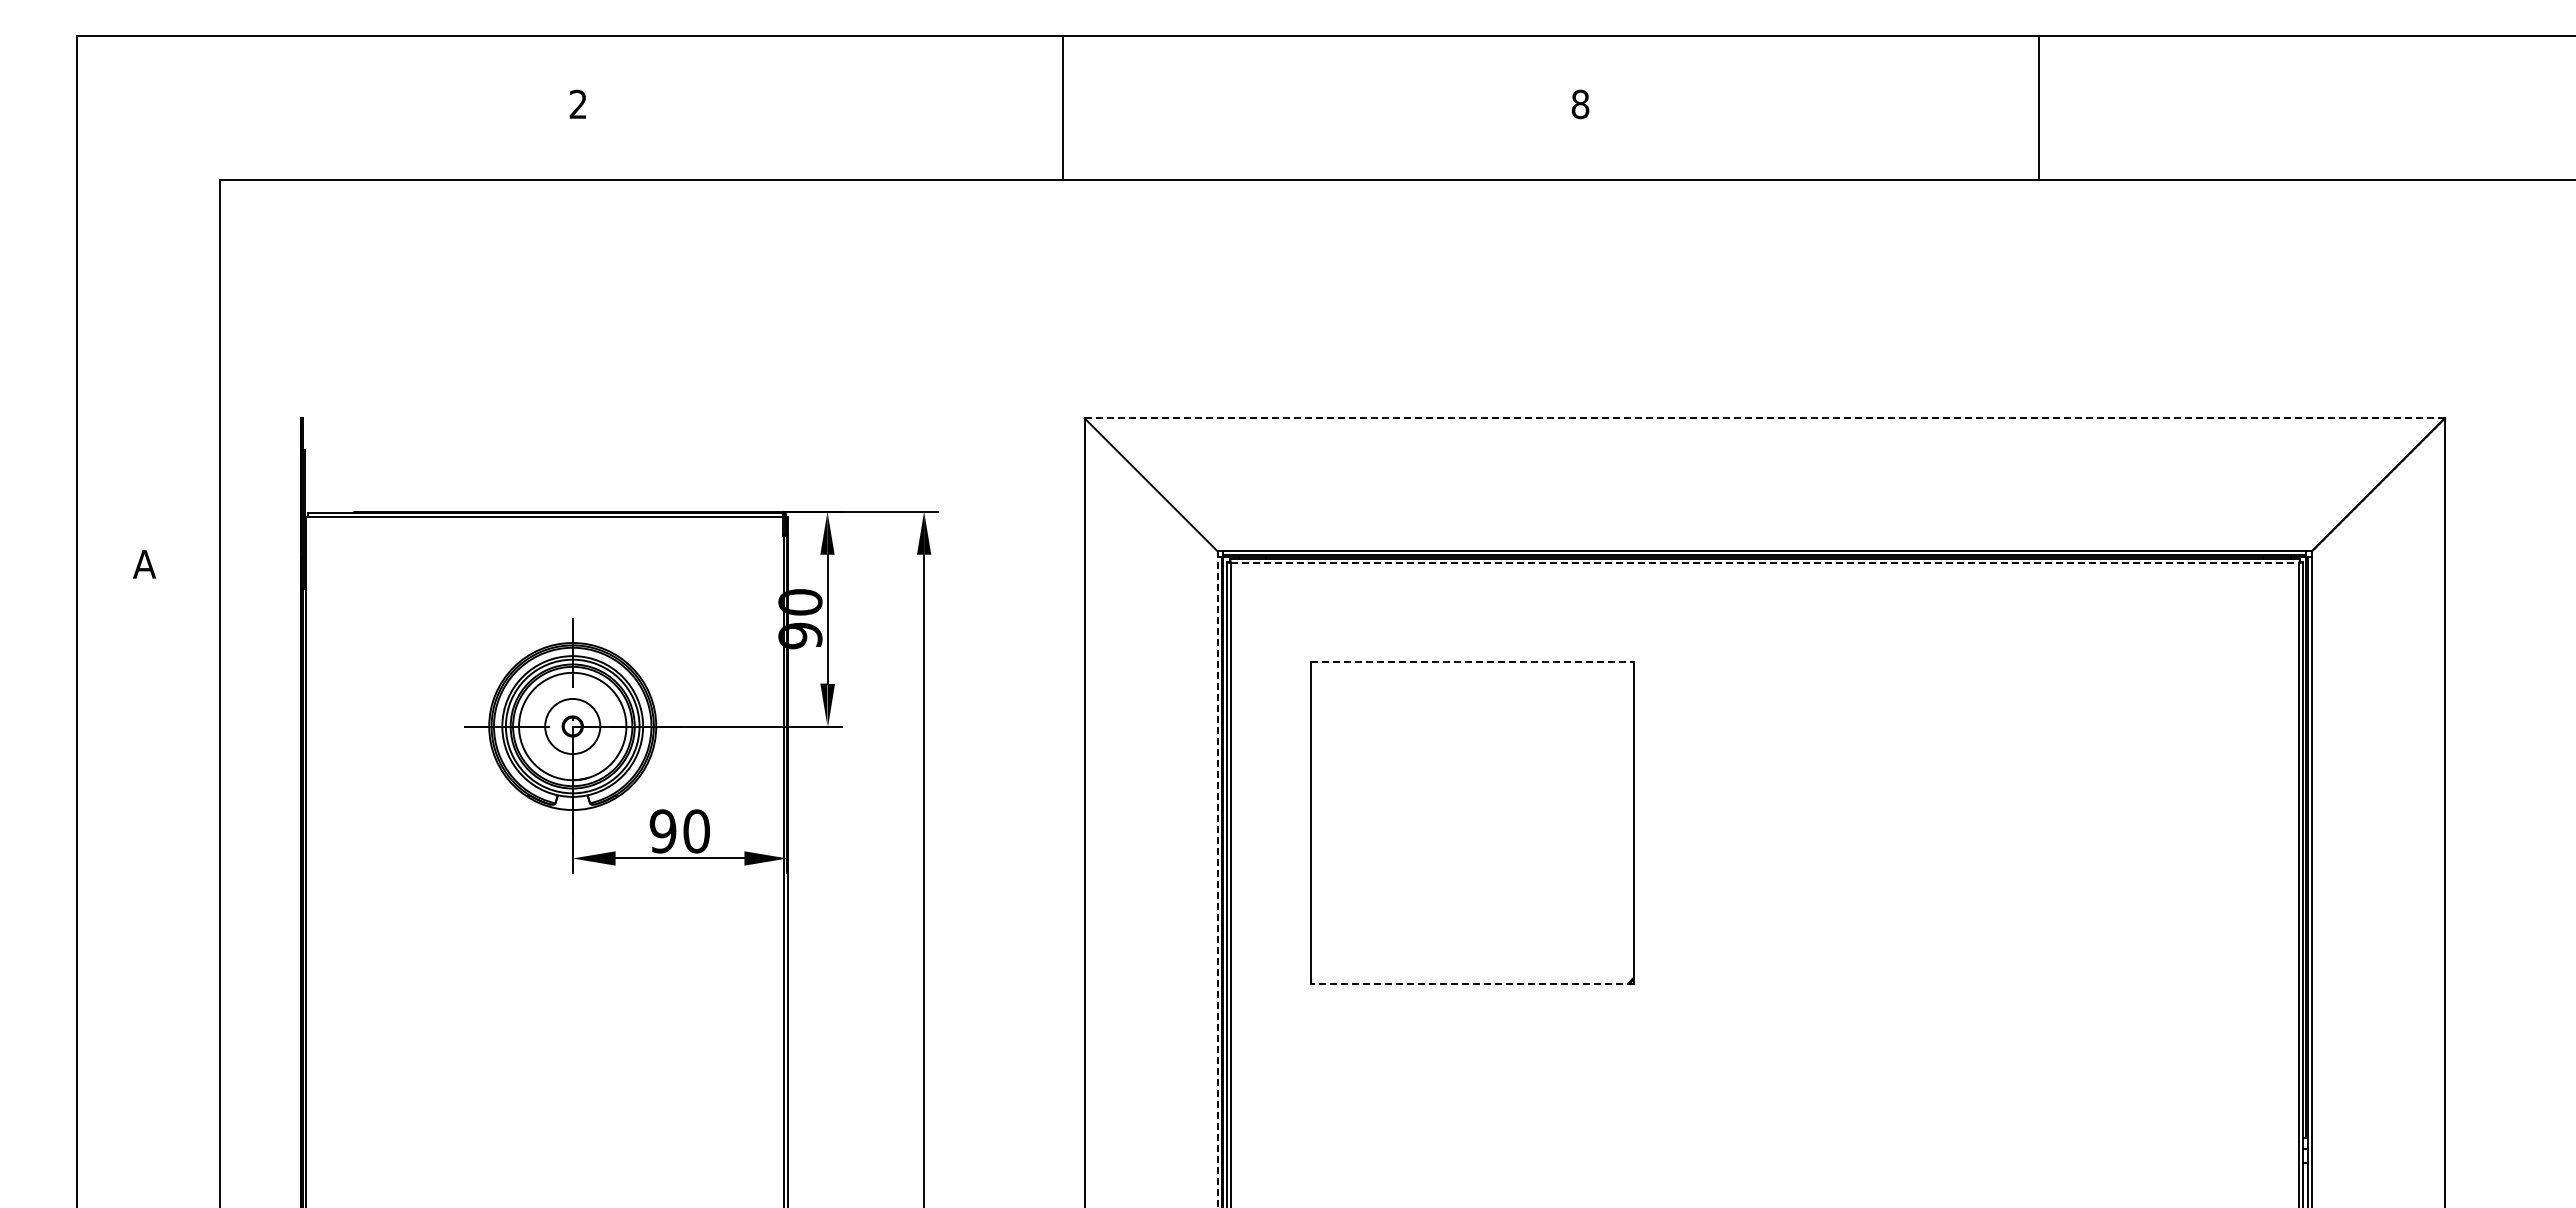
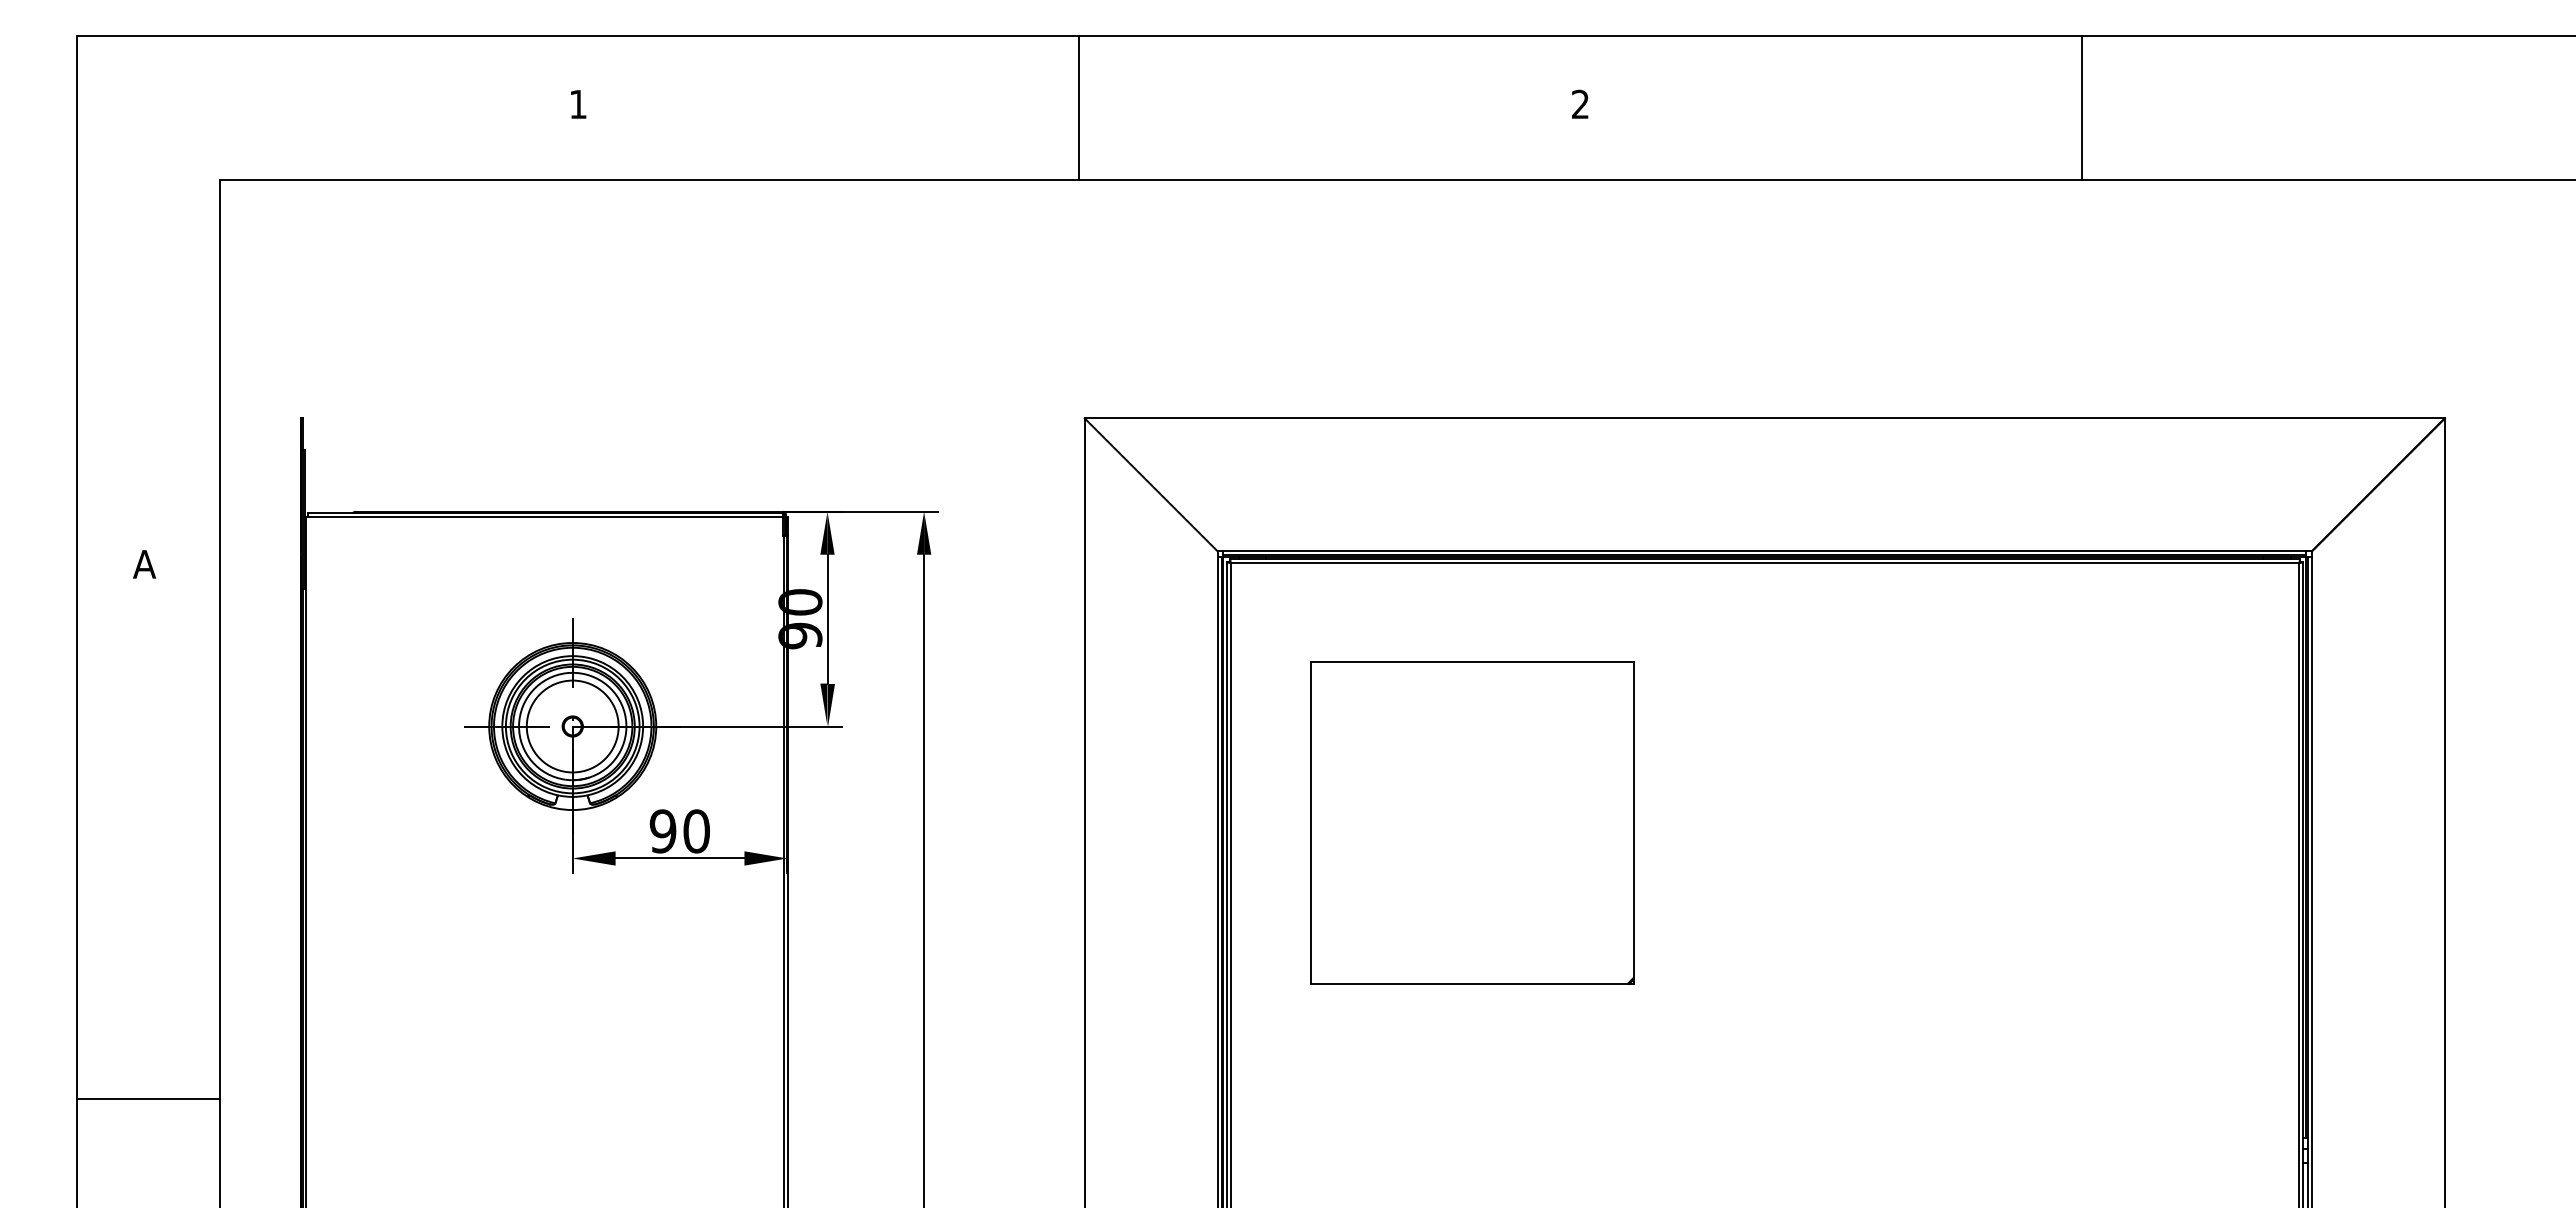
text at (577, 103): 2 -> 1
text at (1580, 104): 8 -> 2
line at (1063, 107) position: (1063, 107) -> (1079, 107)
line at (2038, 107) position: (2038, 107) -> (2081, 107)
line at (1764, 418): dashed -> solid
line at (1765, 563): dashed -> solid
line at (1473, 661): dashed -> solid
circle at (572, 726) diameter: 55 px -> 92 px
line at (1217, 881): dashed -> solid
line at (1472, 983): dashed -> solid
line at (148, 1099): none -> present
